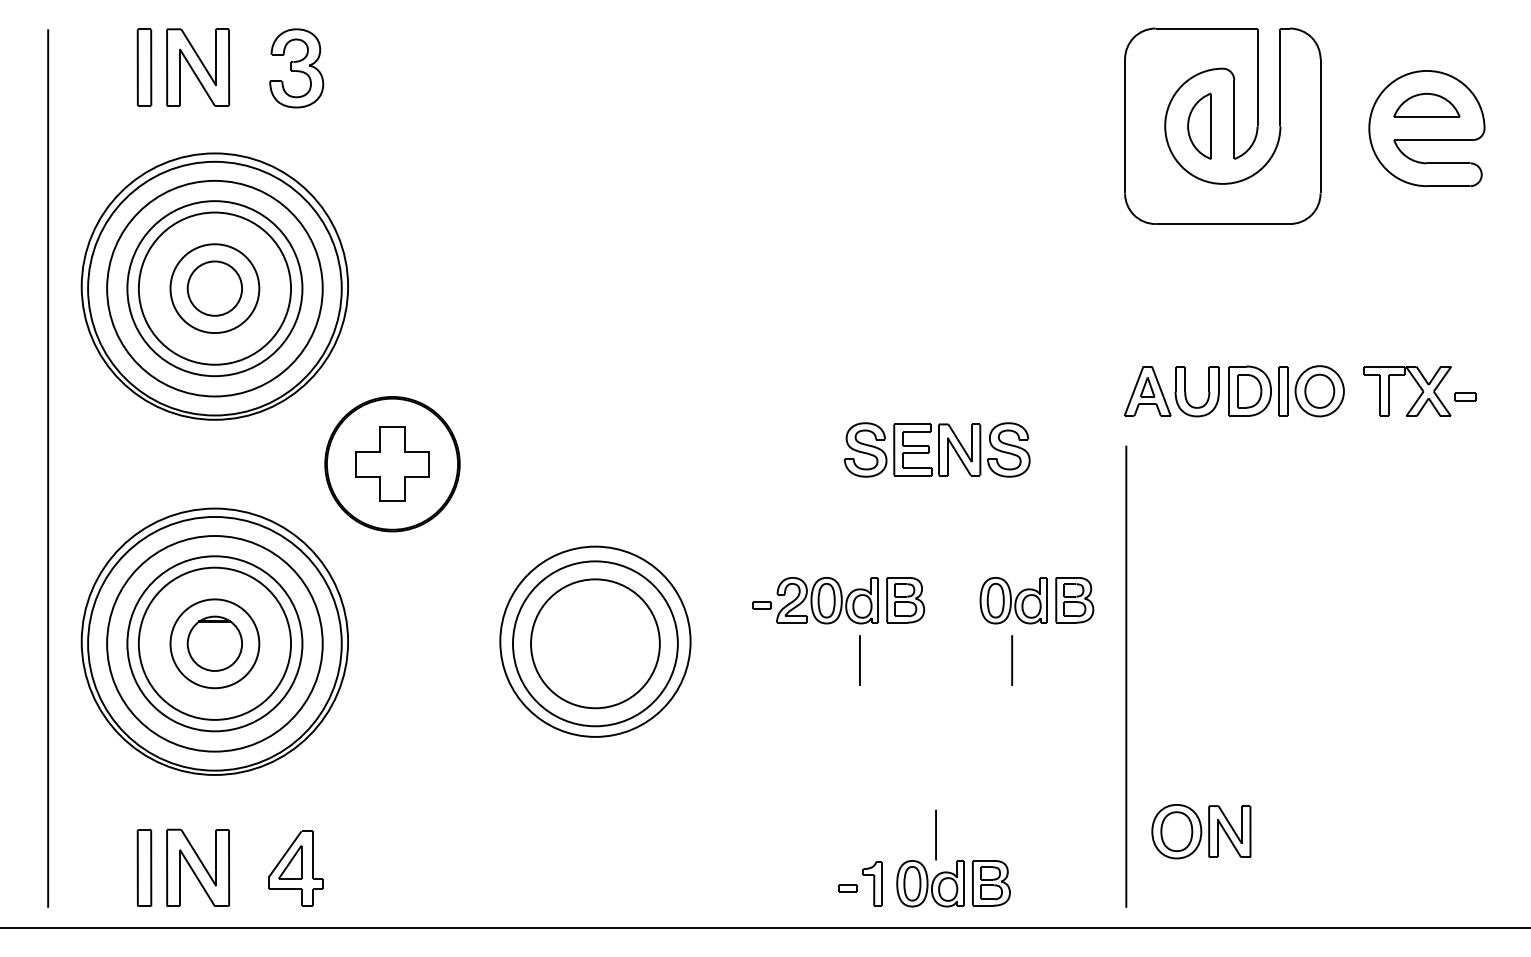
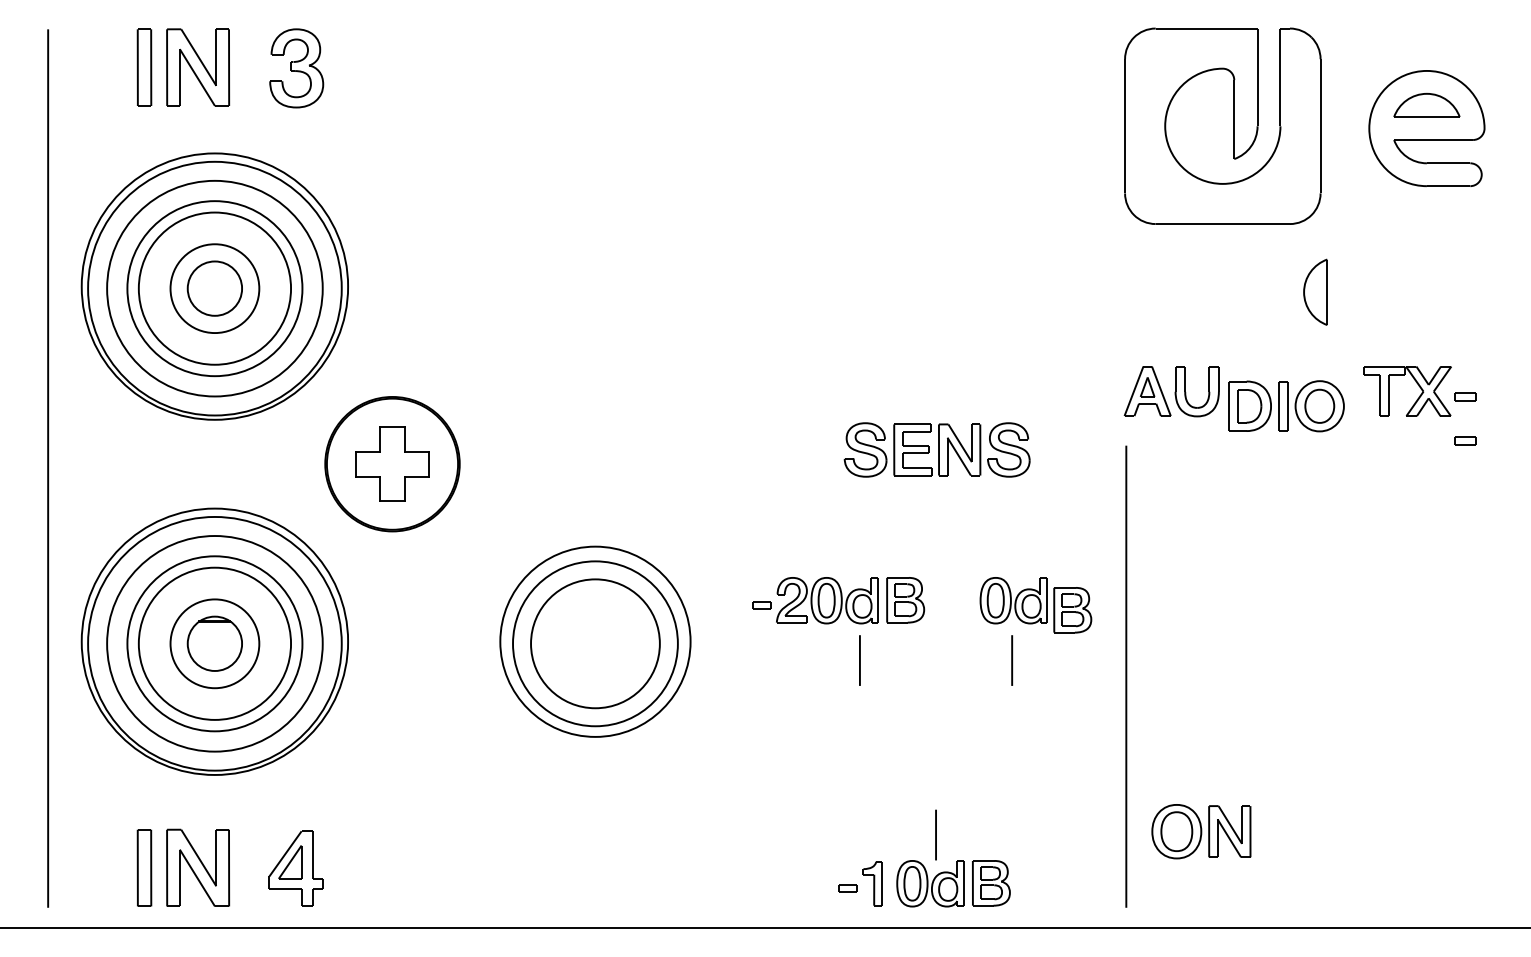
part at (1199, 125) position: (1199, 125) -> (1315, 291)
part at (1286, 391) position: (1286, 391) -> (1286, 406)
part at (1465, 440): none -> present
part at (1074, 600) position: (1074, 600) -> (1072, 610)
